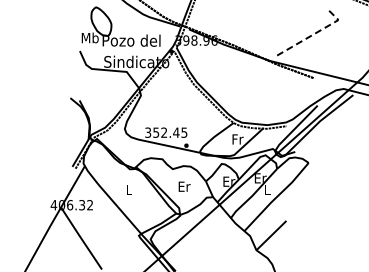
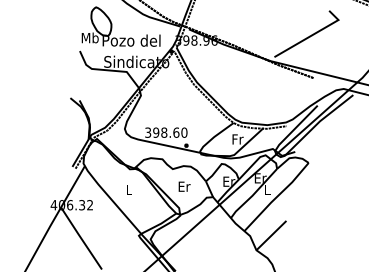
line at (312, 34): dashed -> solid
text at (170, 132): 352.45 -> 398.60
